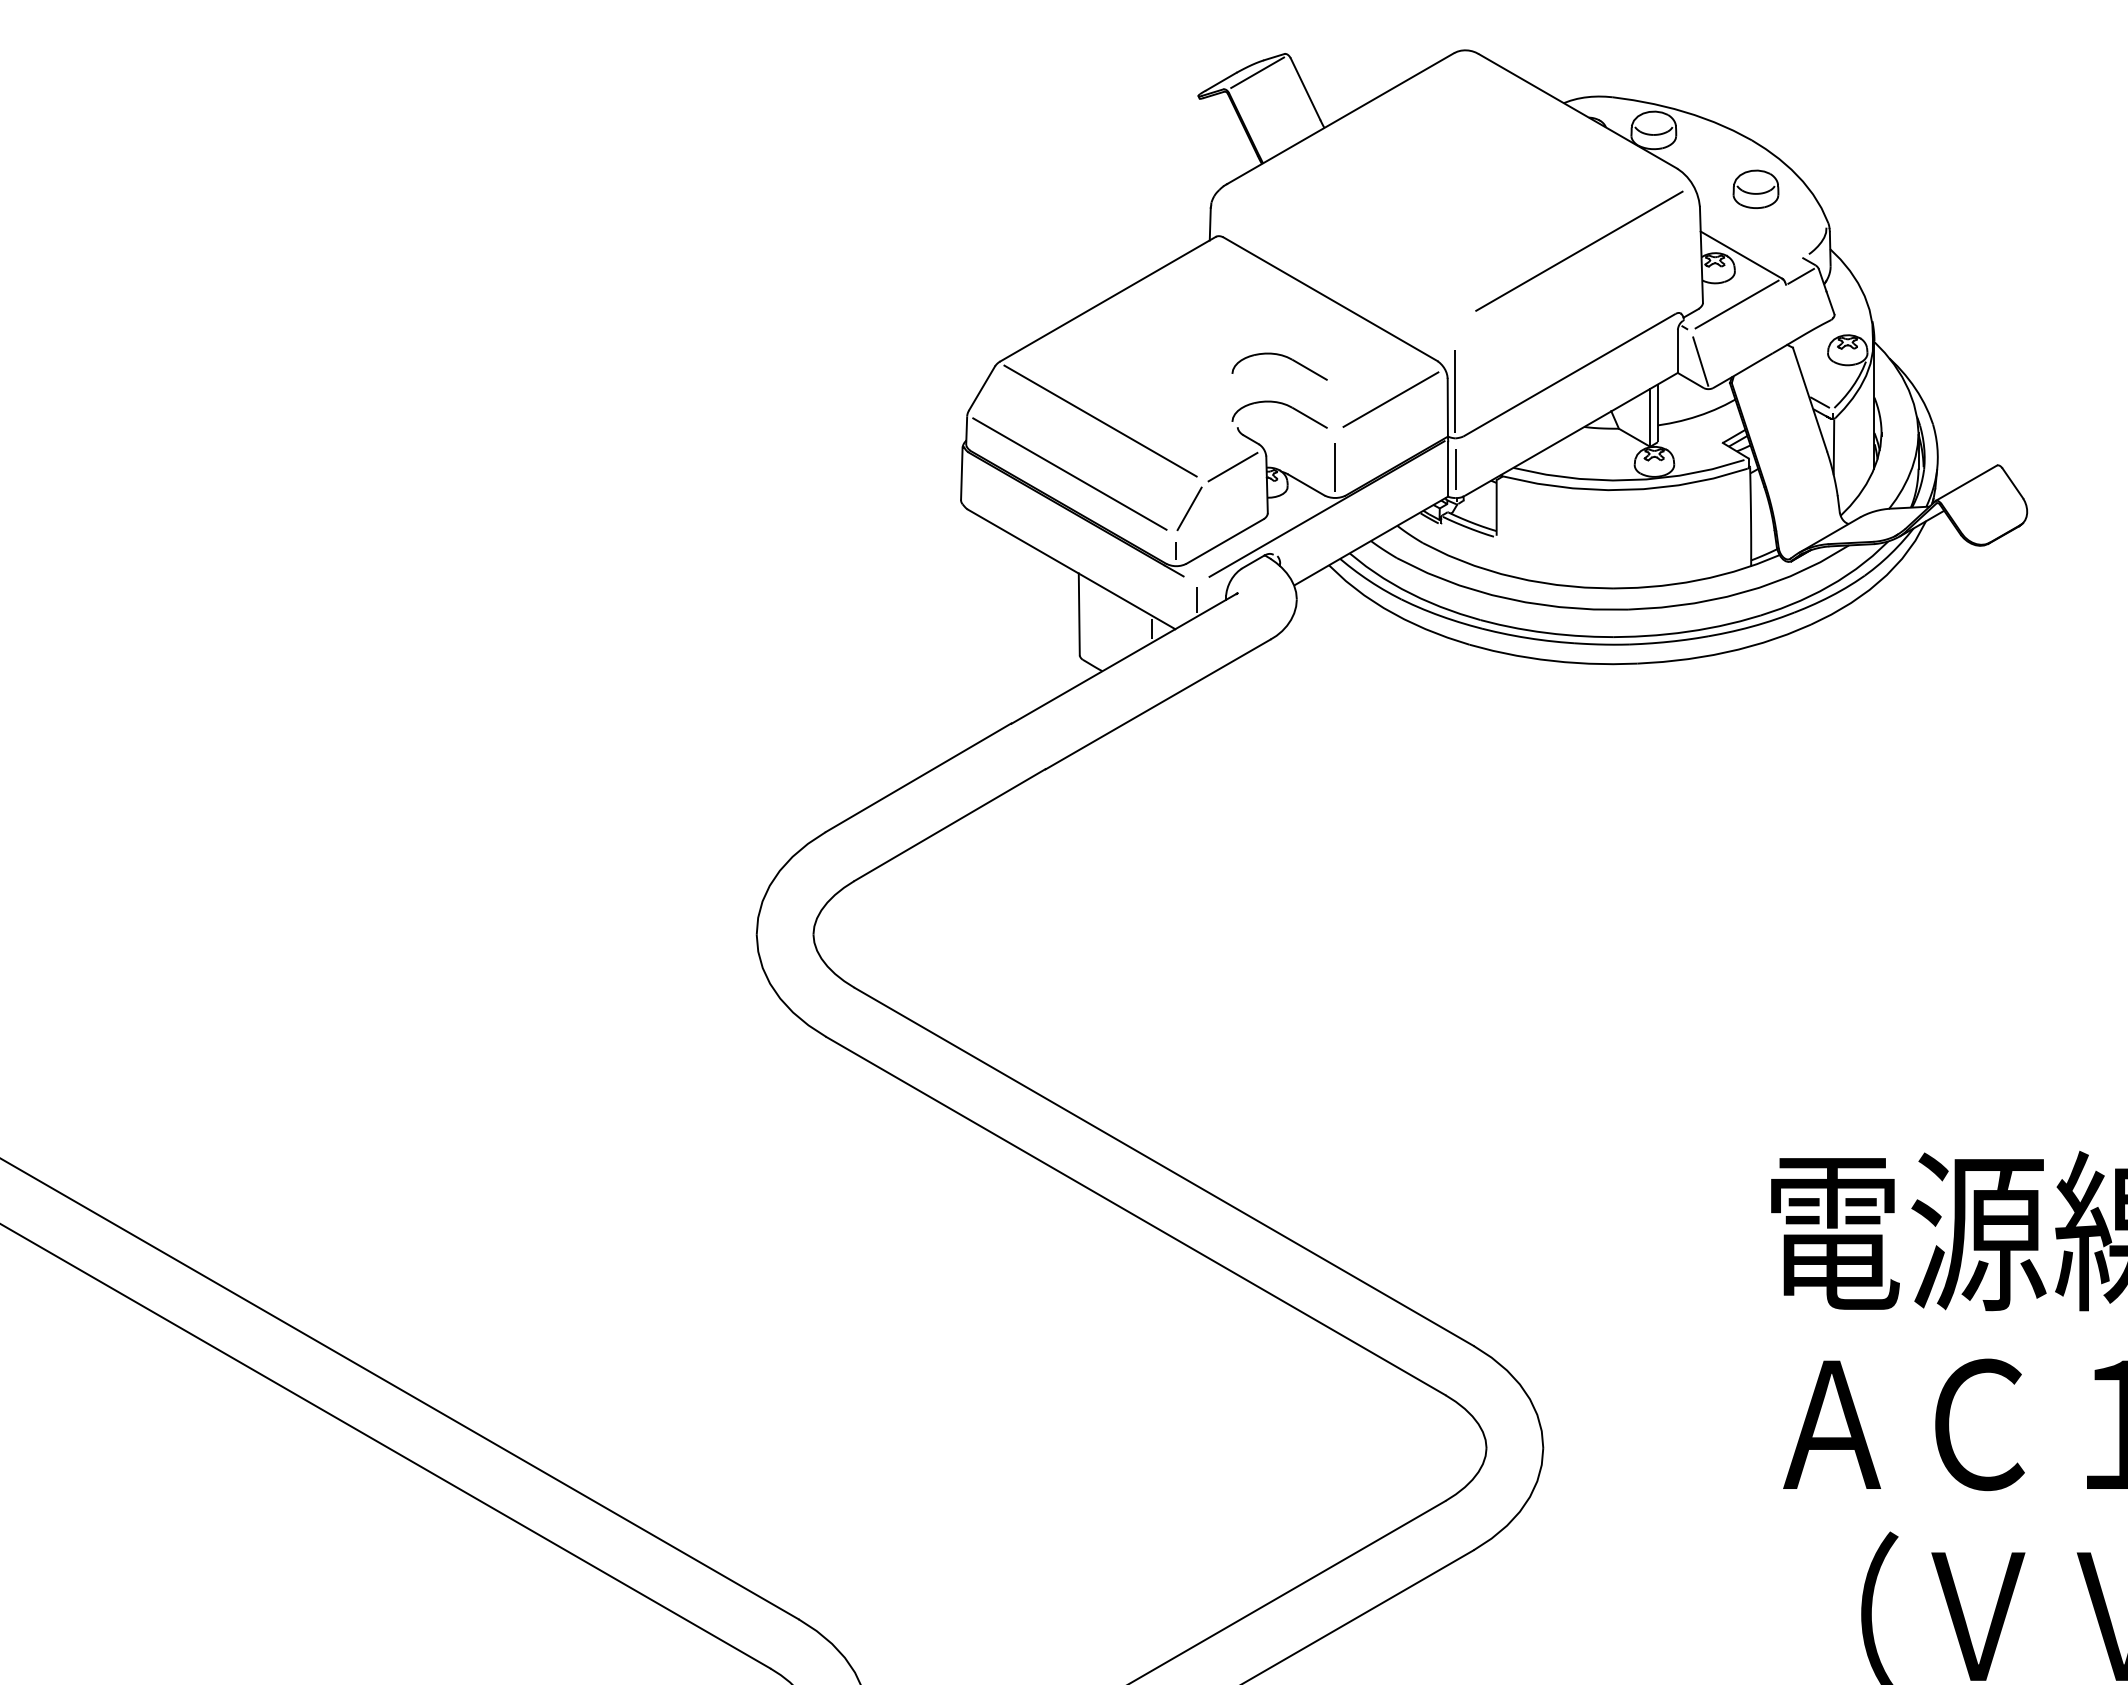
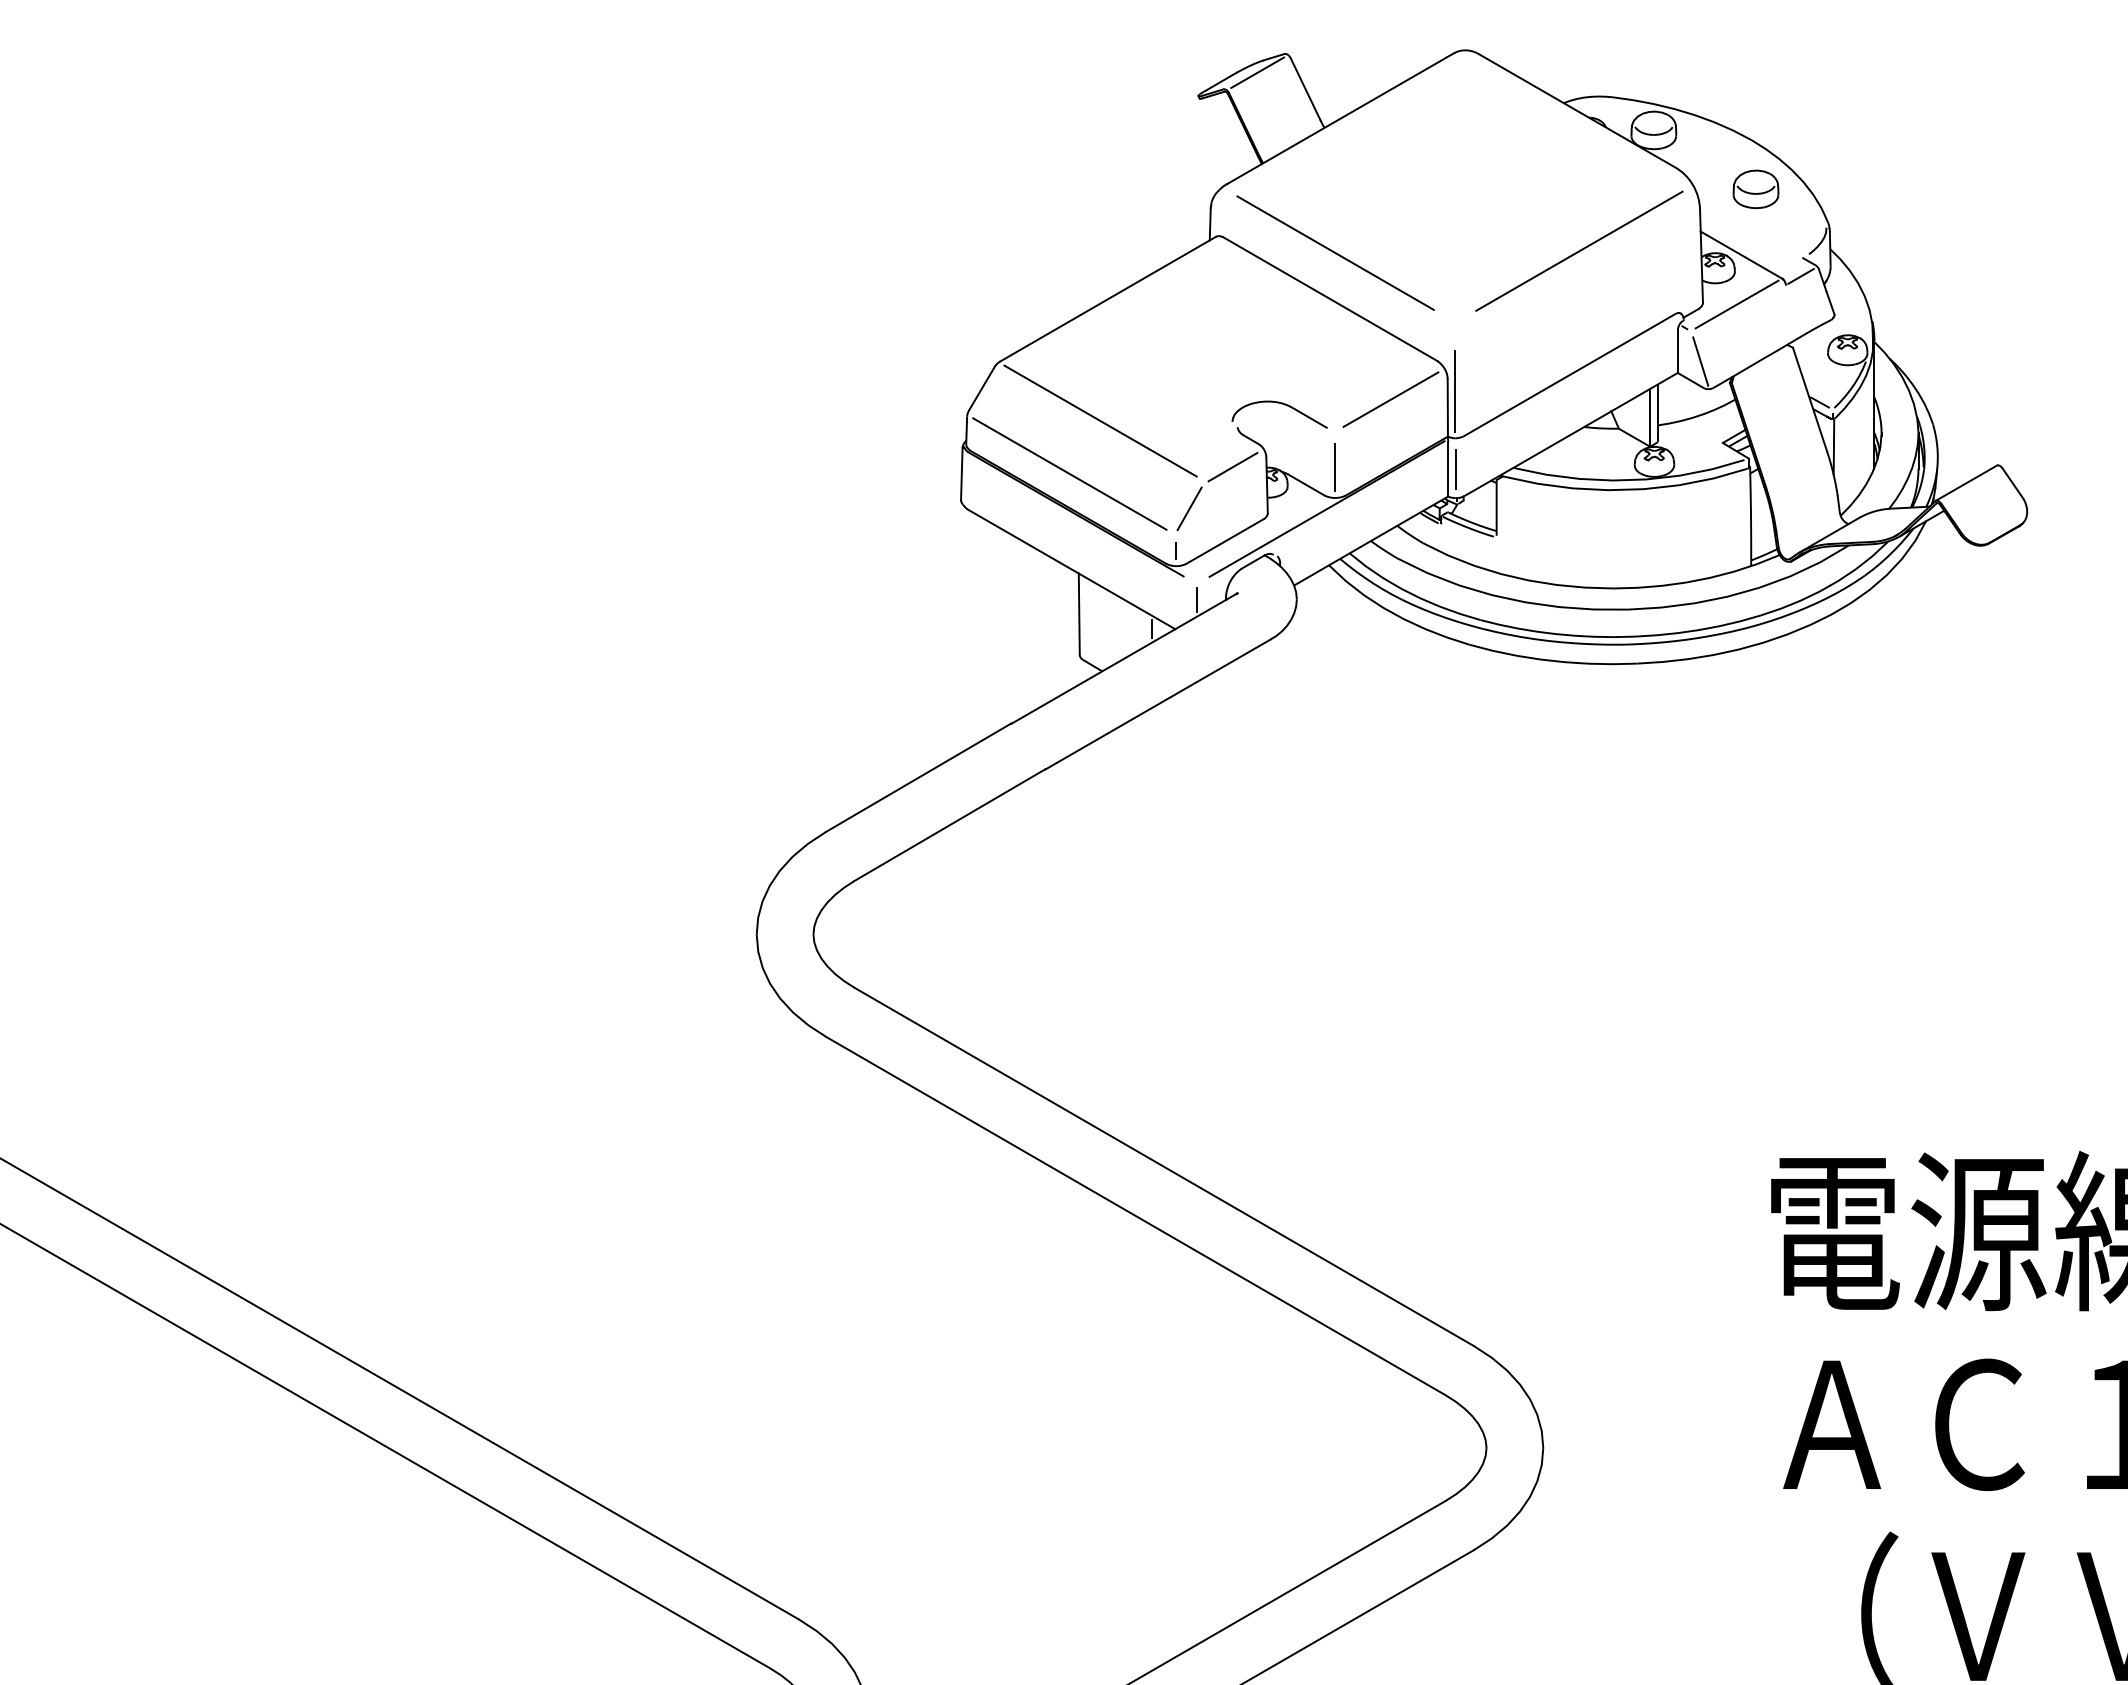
line at (1335, 252): none -> present
part at (1281, 356): present -> none
